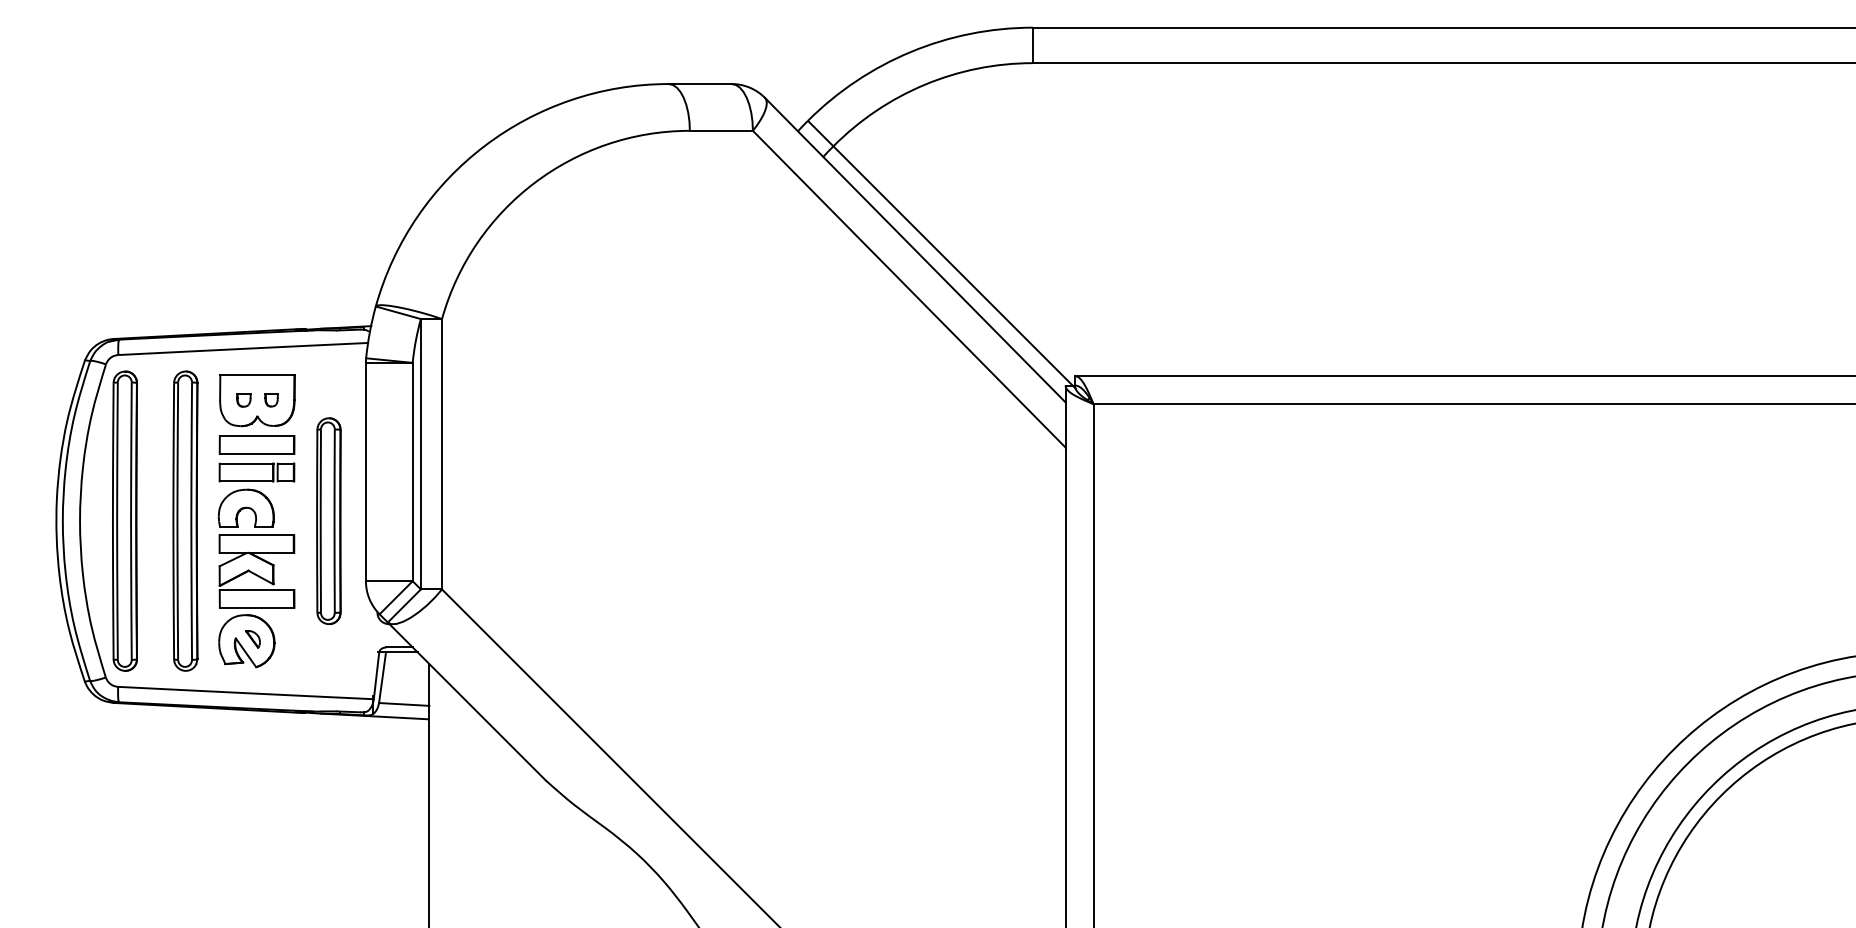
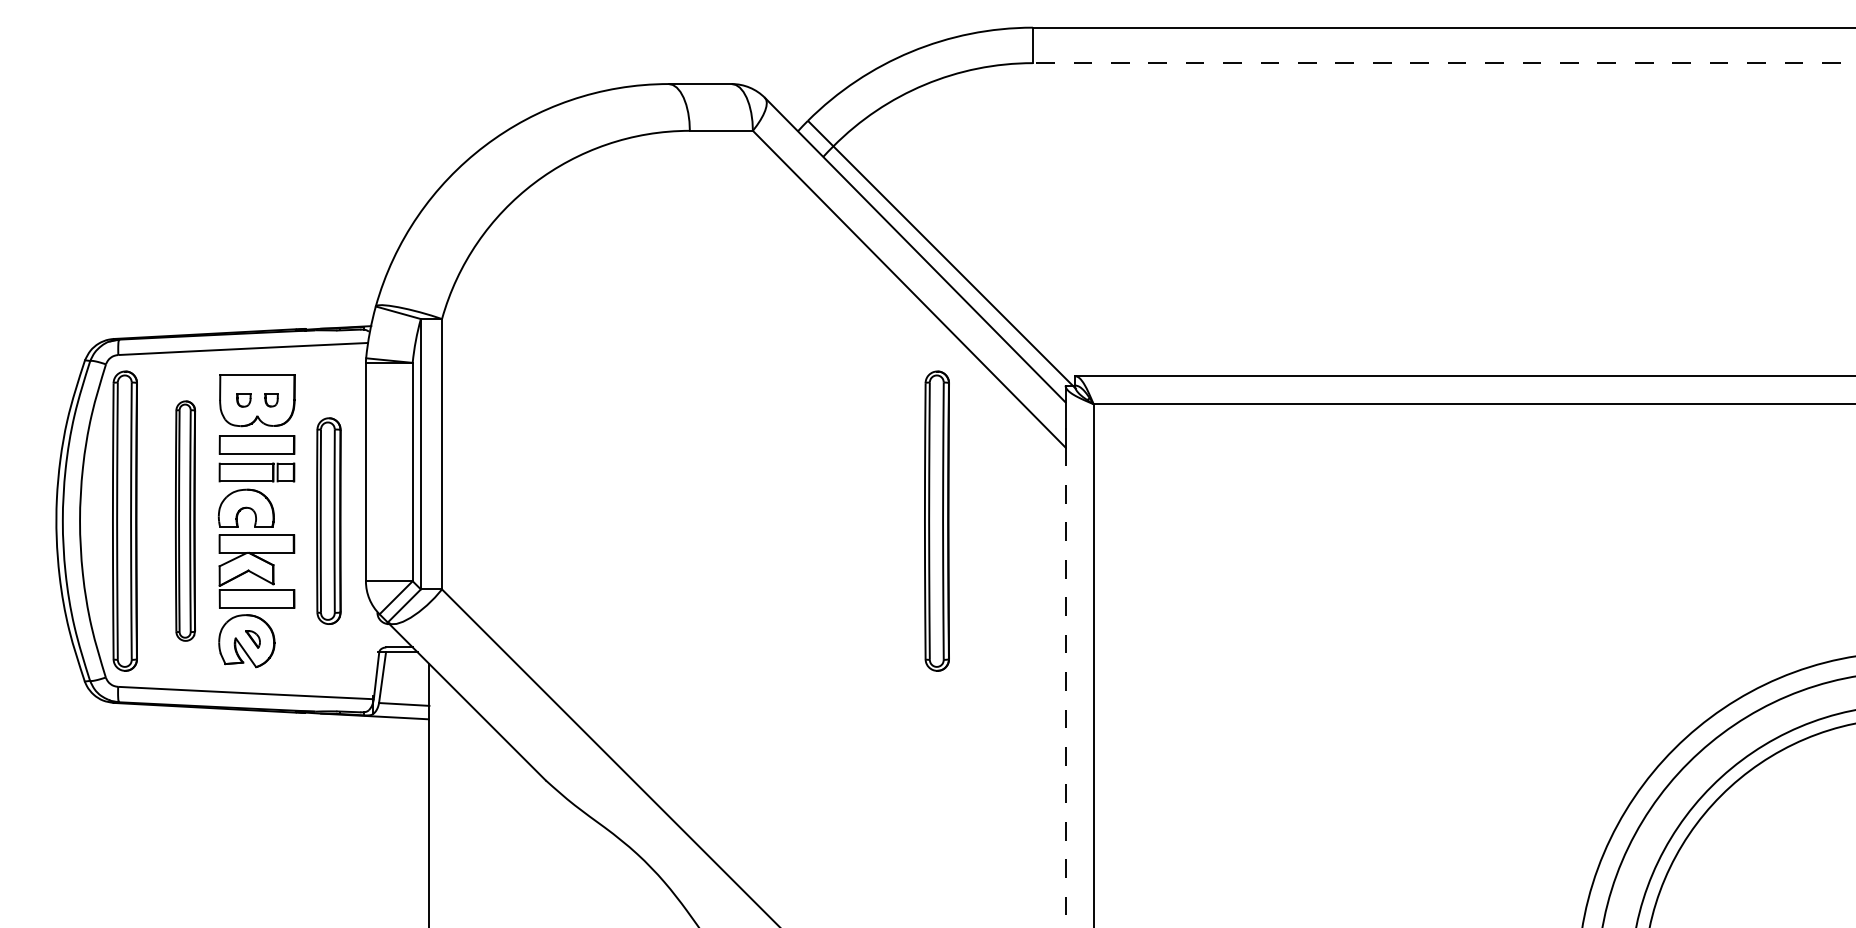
line at (1443, 63): solid -> dashed
part at (185, 520) size: 27x302 px -> 22x242 px
part at (936, 520): none -> present
line at (1065, 687): solid -> dashed
